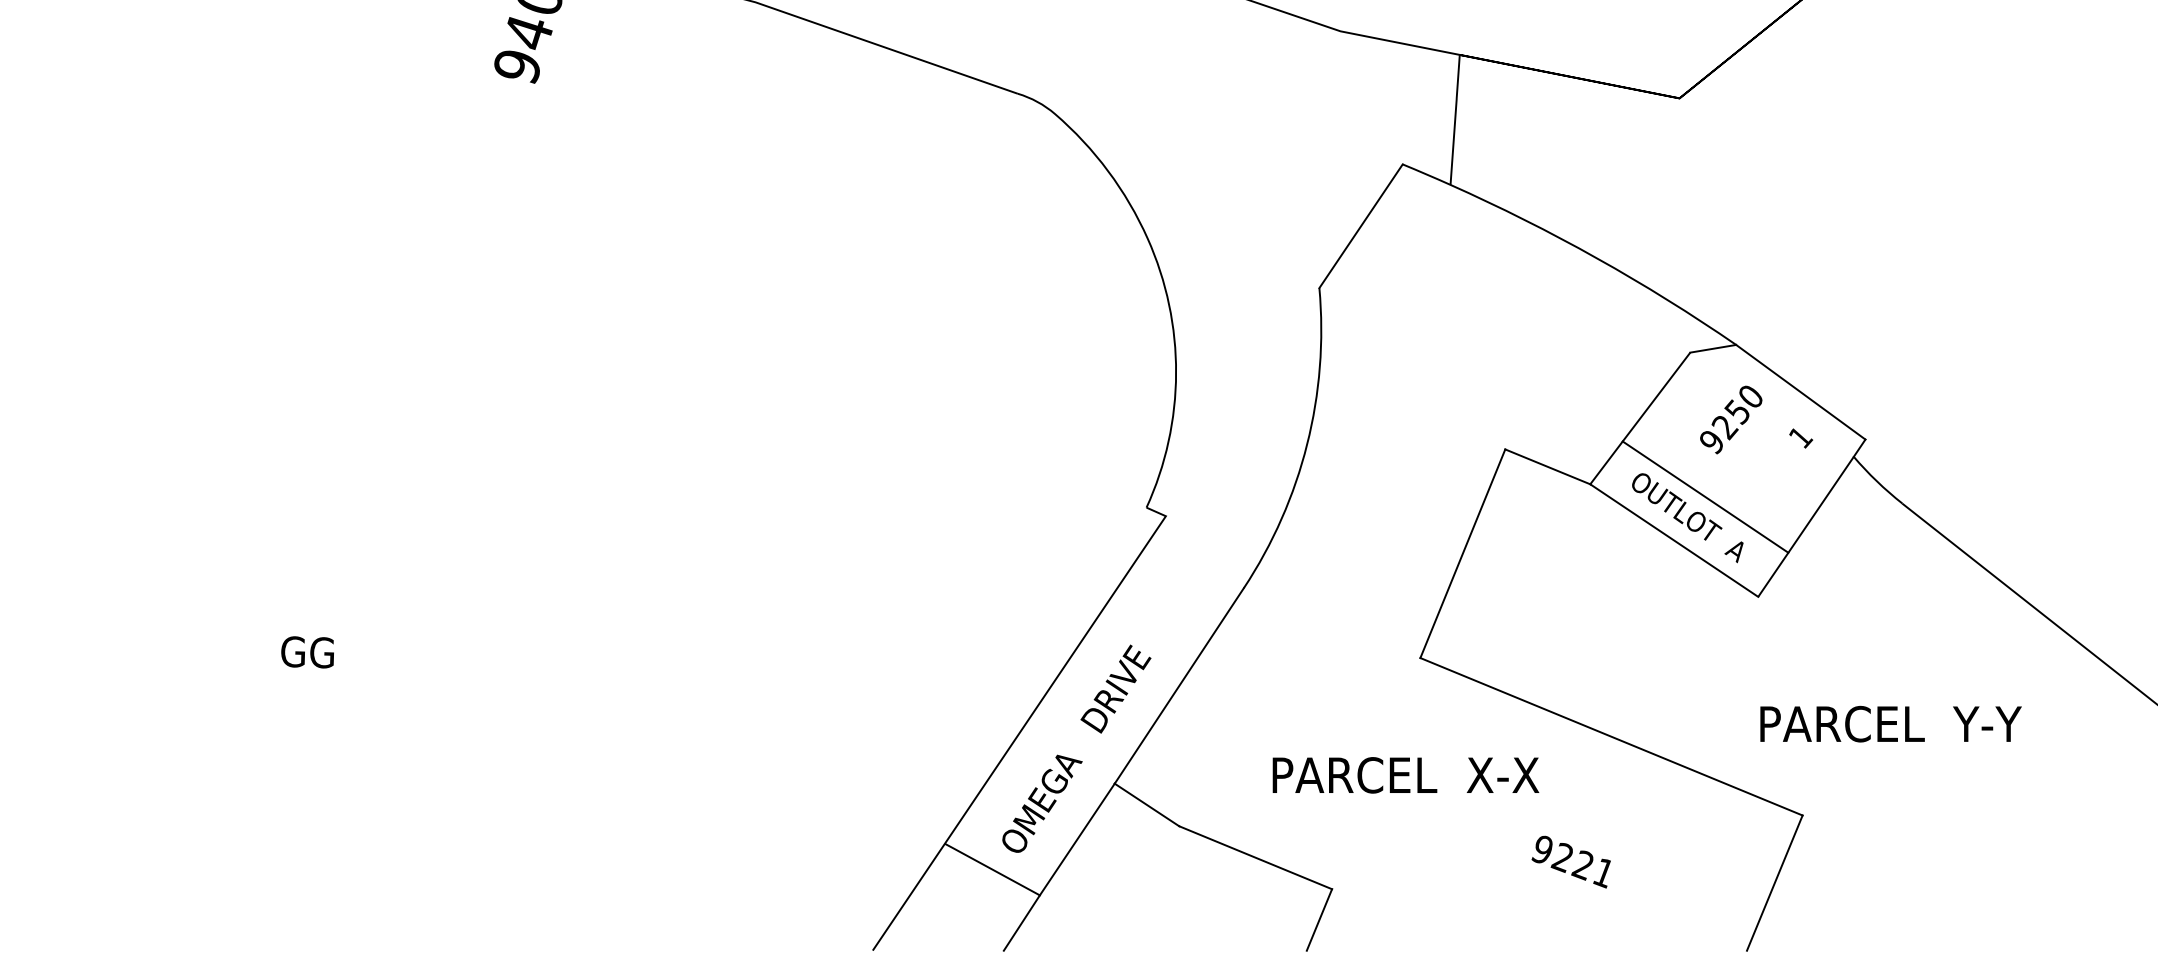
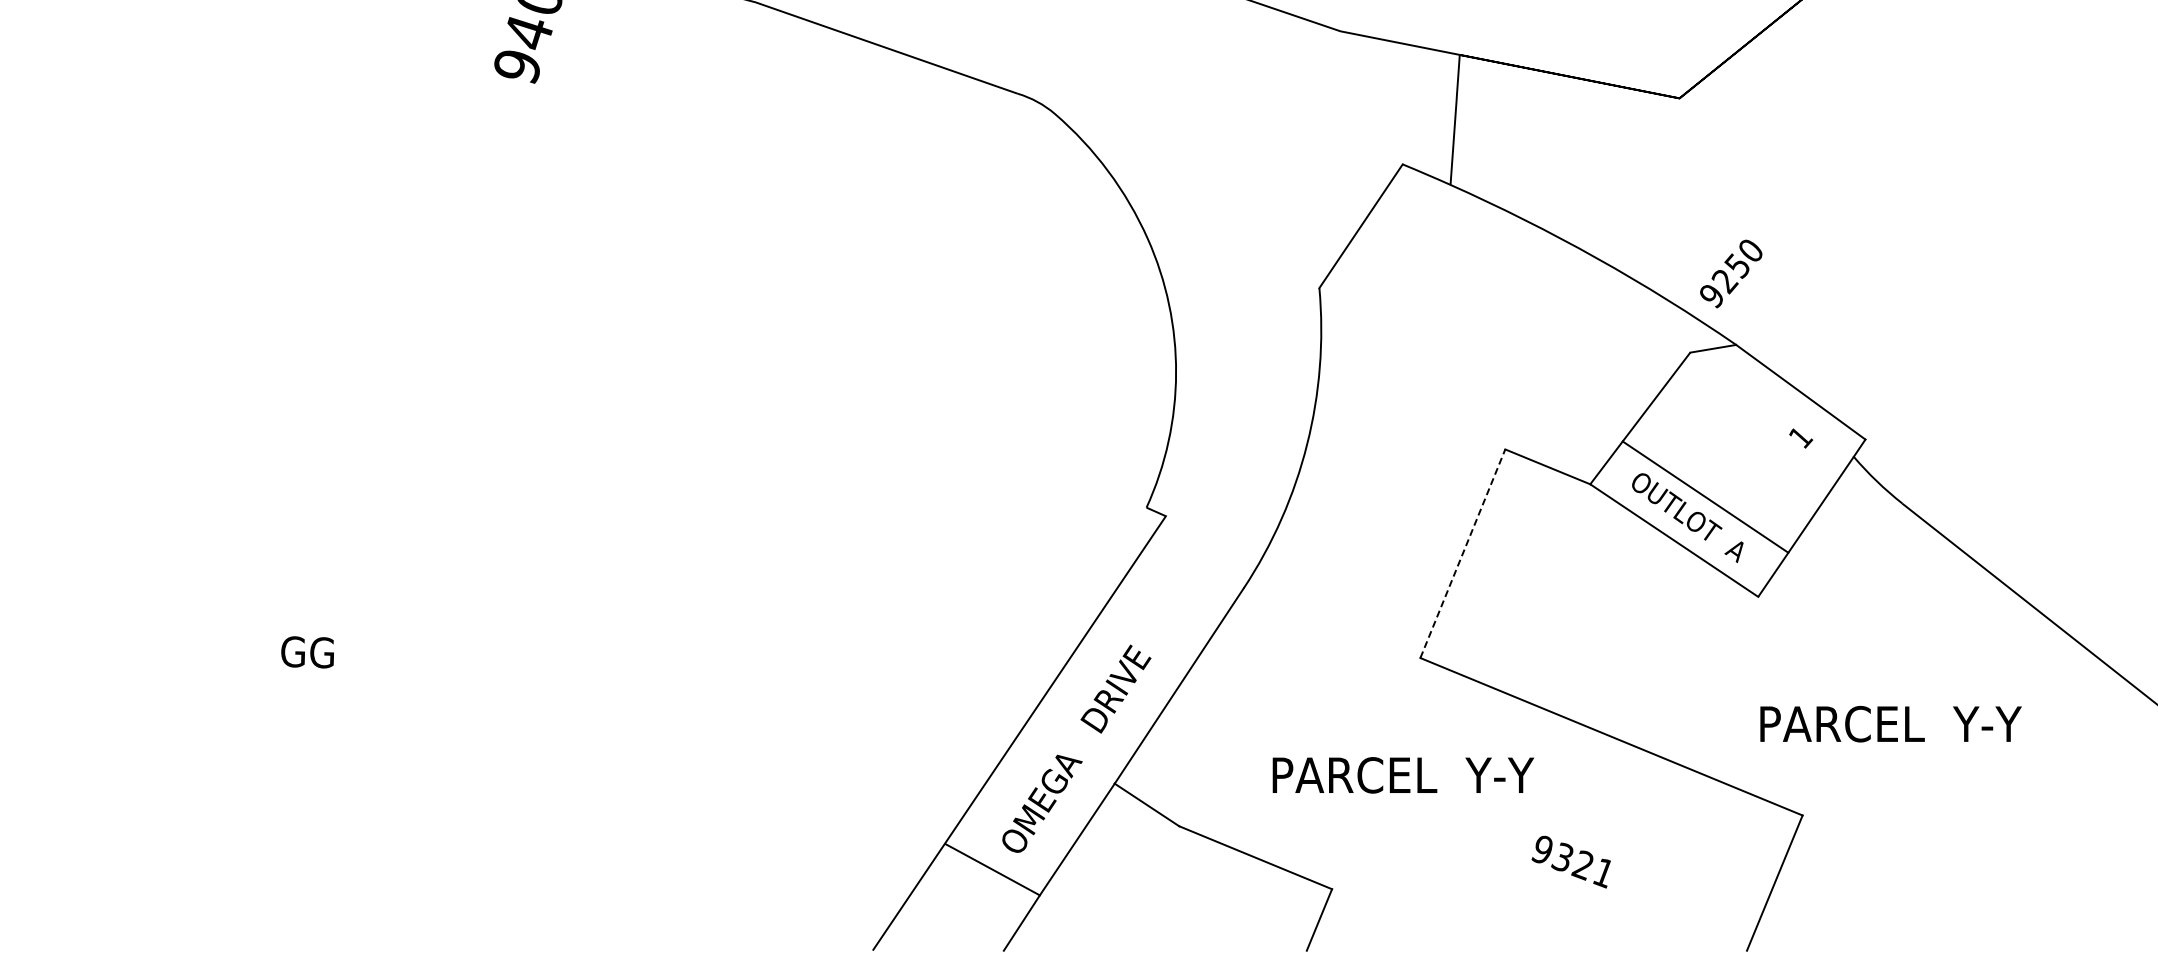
text at (1731, 419) position: (1731, 419) -> (1731, 273)
line at (1462, 553): solid -> dashed
text at (1502, 774): PARCEL  X-X -> PARCEL  Y-Y
text at (1561, 857): 9221 -> 9321
